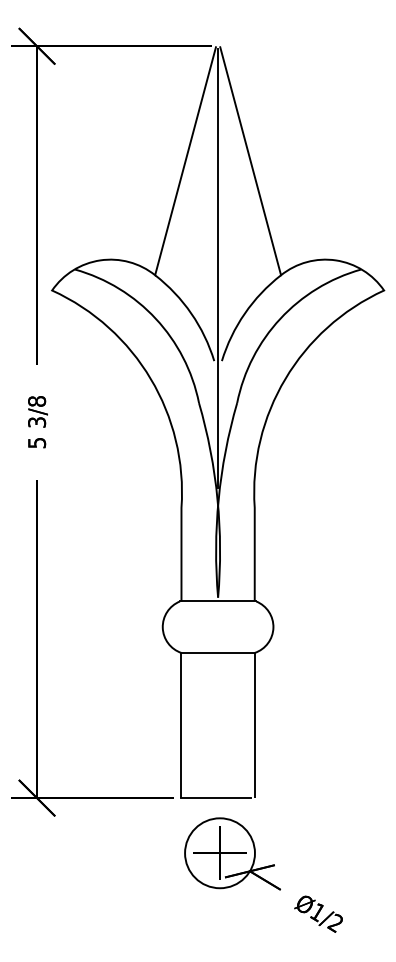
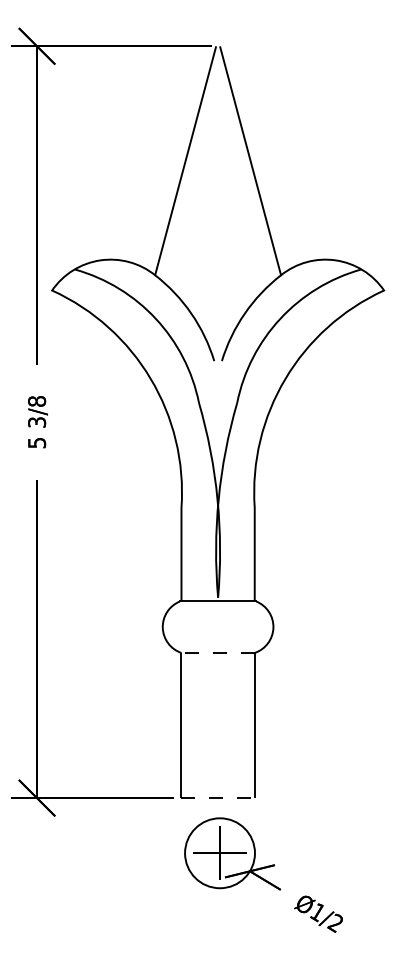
line at (218, 268): present -> none
line at (218, 652): solid -> dashed
line at (216, 798): solid -> dashed
